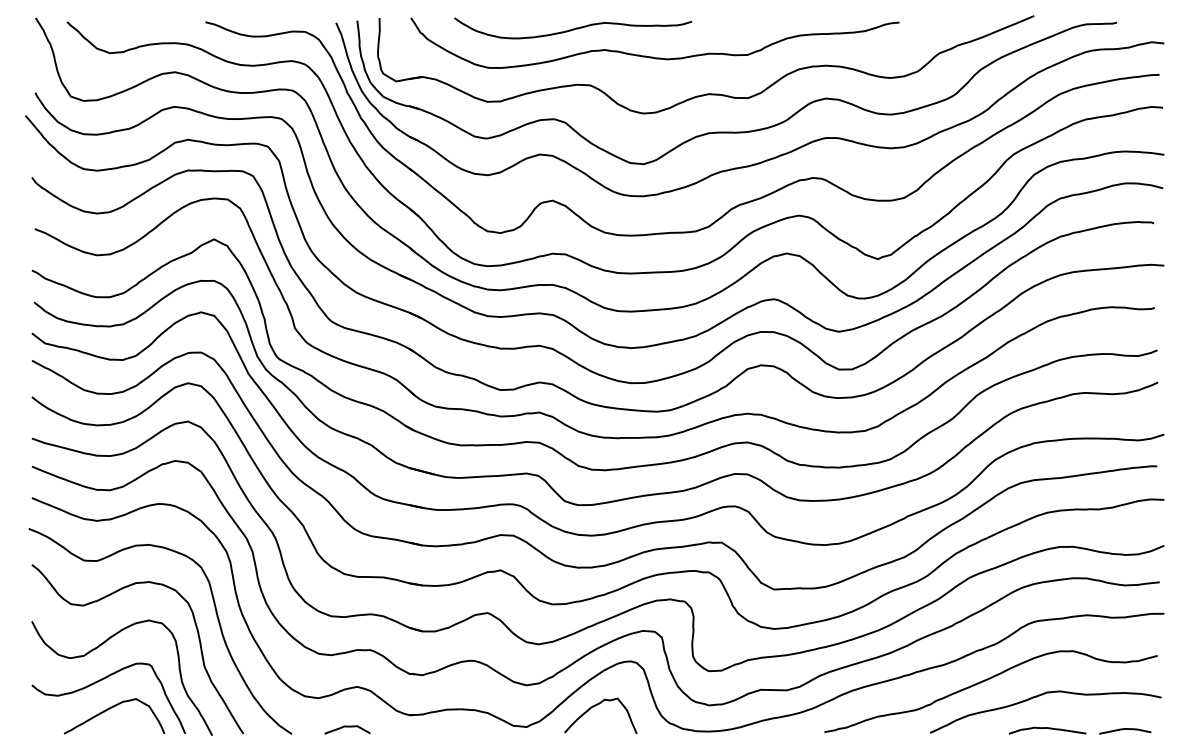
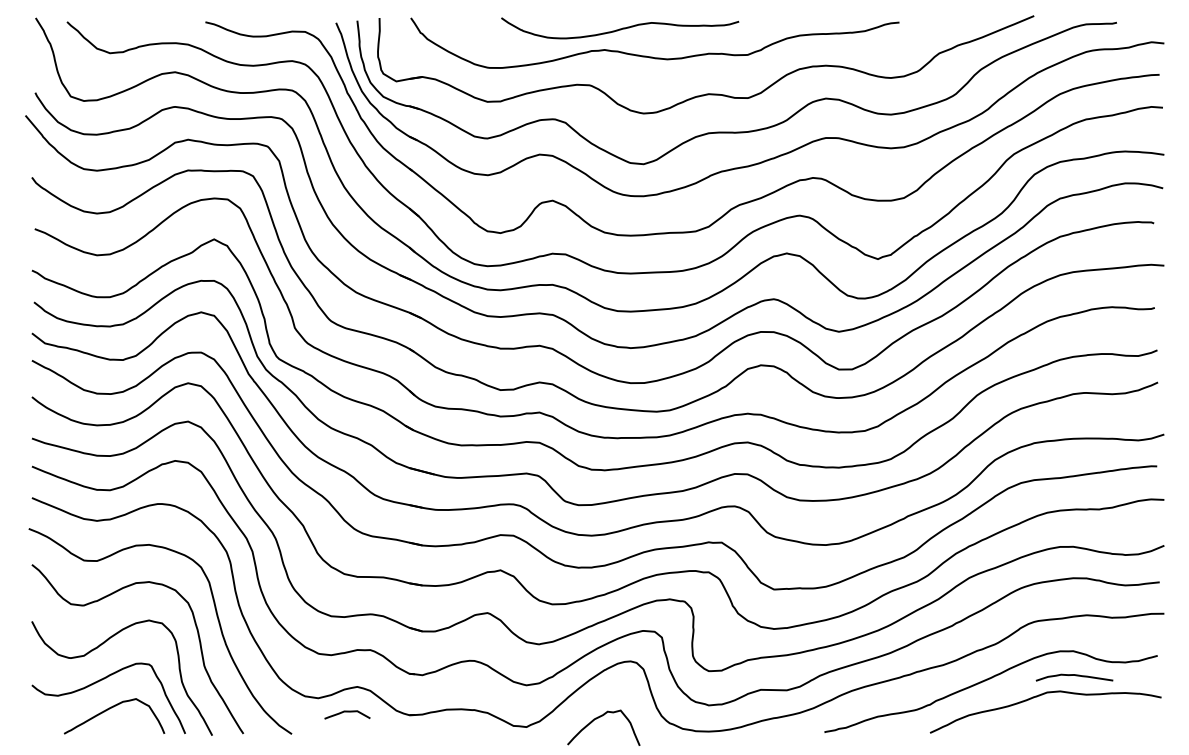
curve at (573, 28) position: (573, 28) -> (620, 28)
curve at (595, 706) position: (595, 706) -> (598, 718)
curve at (347, 727) position: (347, 727) -> (347, 712)
curve at (1048, 729) position: (1048, 729) -> (1075, 676)
curve at (1125, 729): present -> none
